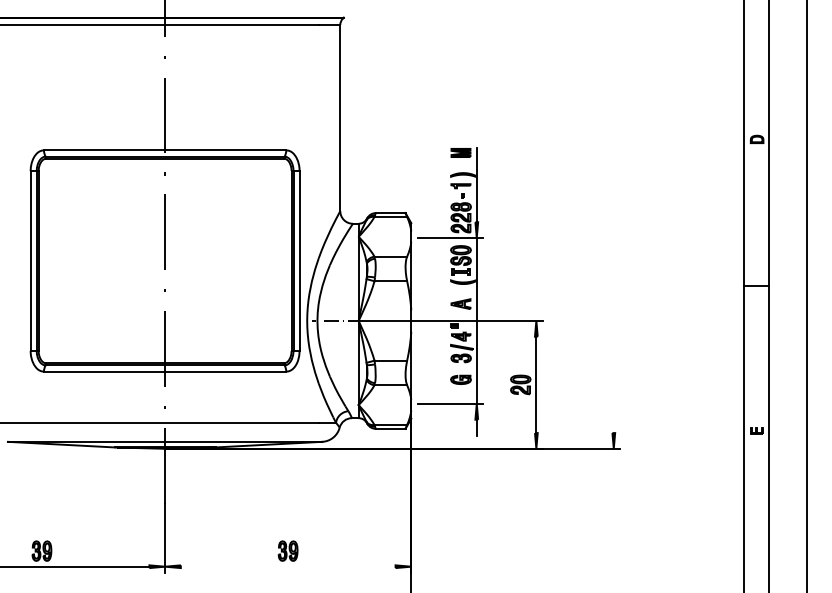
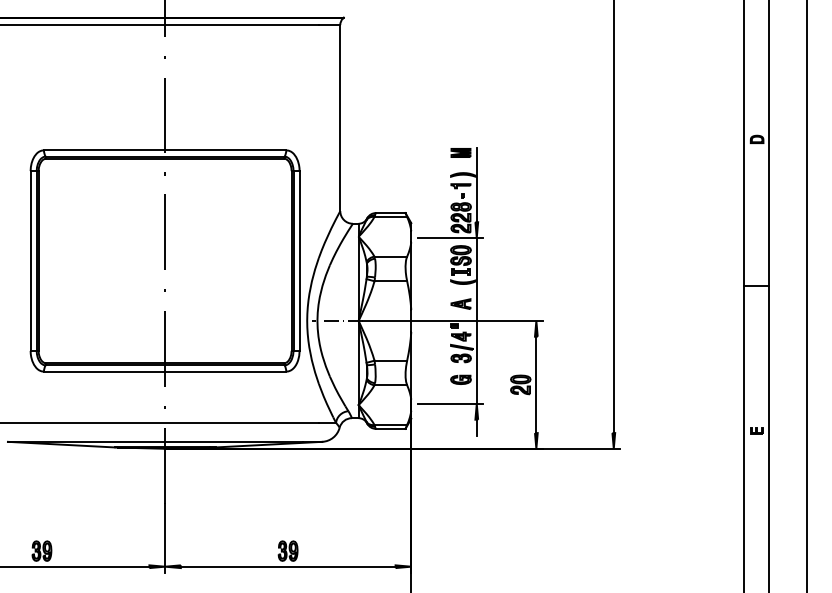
line at (613, 217): none -> present
line at (287, 566): none -> present
